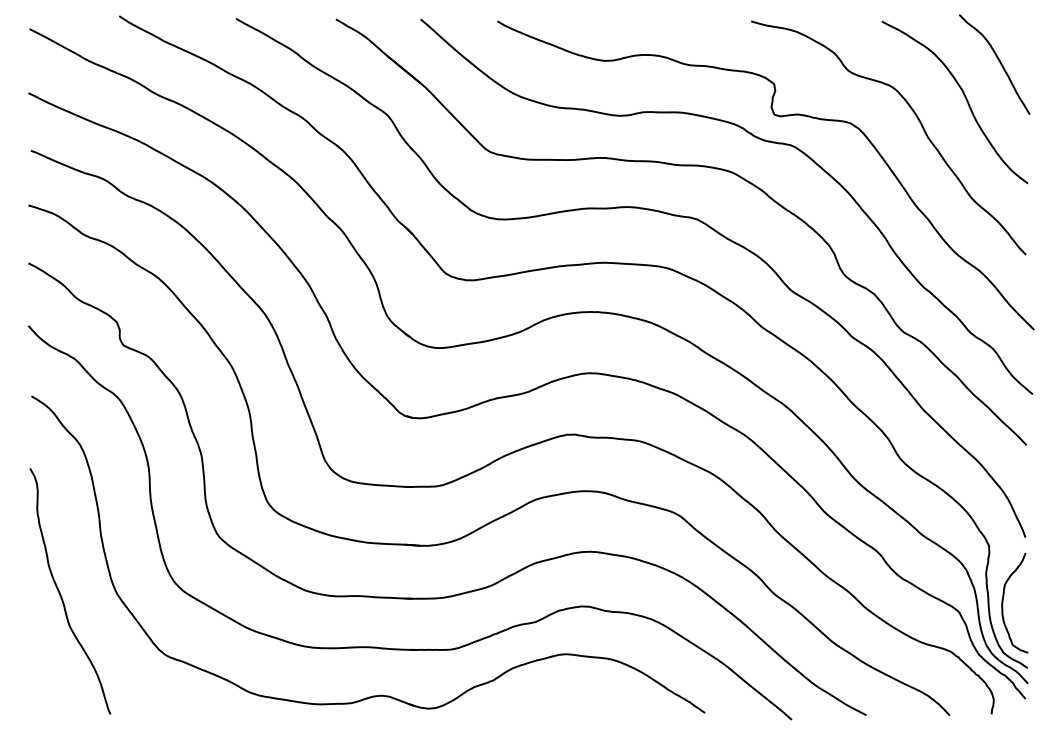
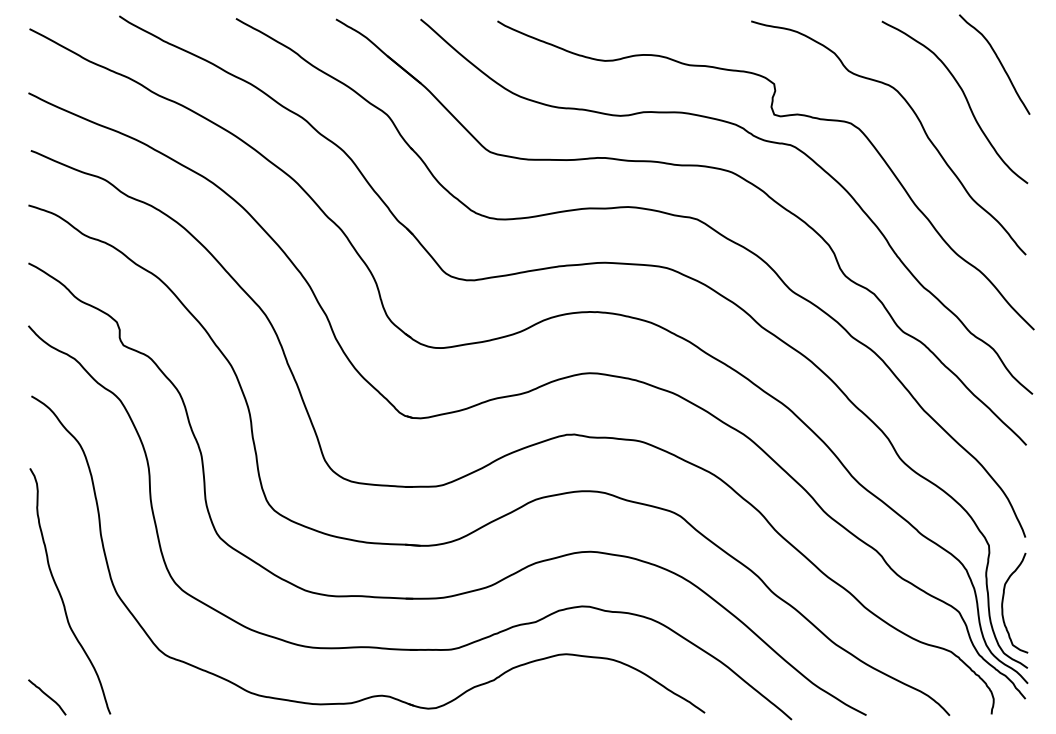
curve at (47, 696): none -> present
